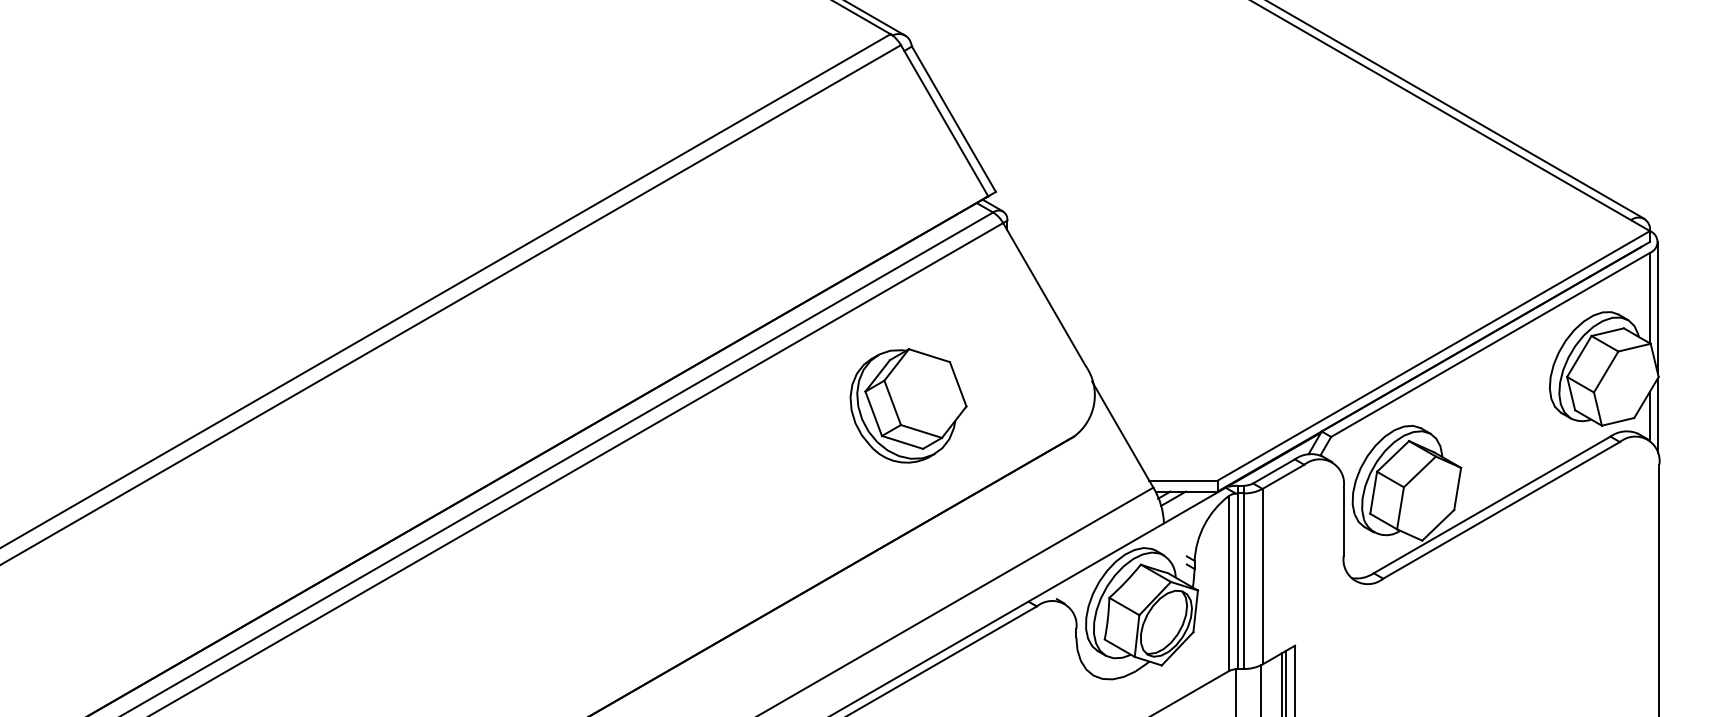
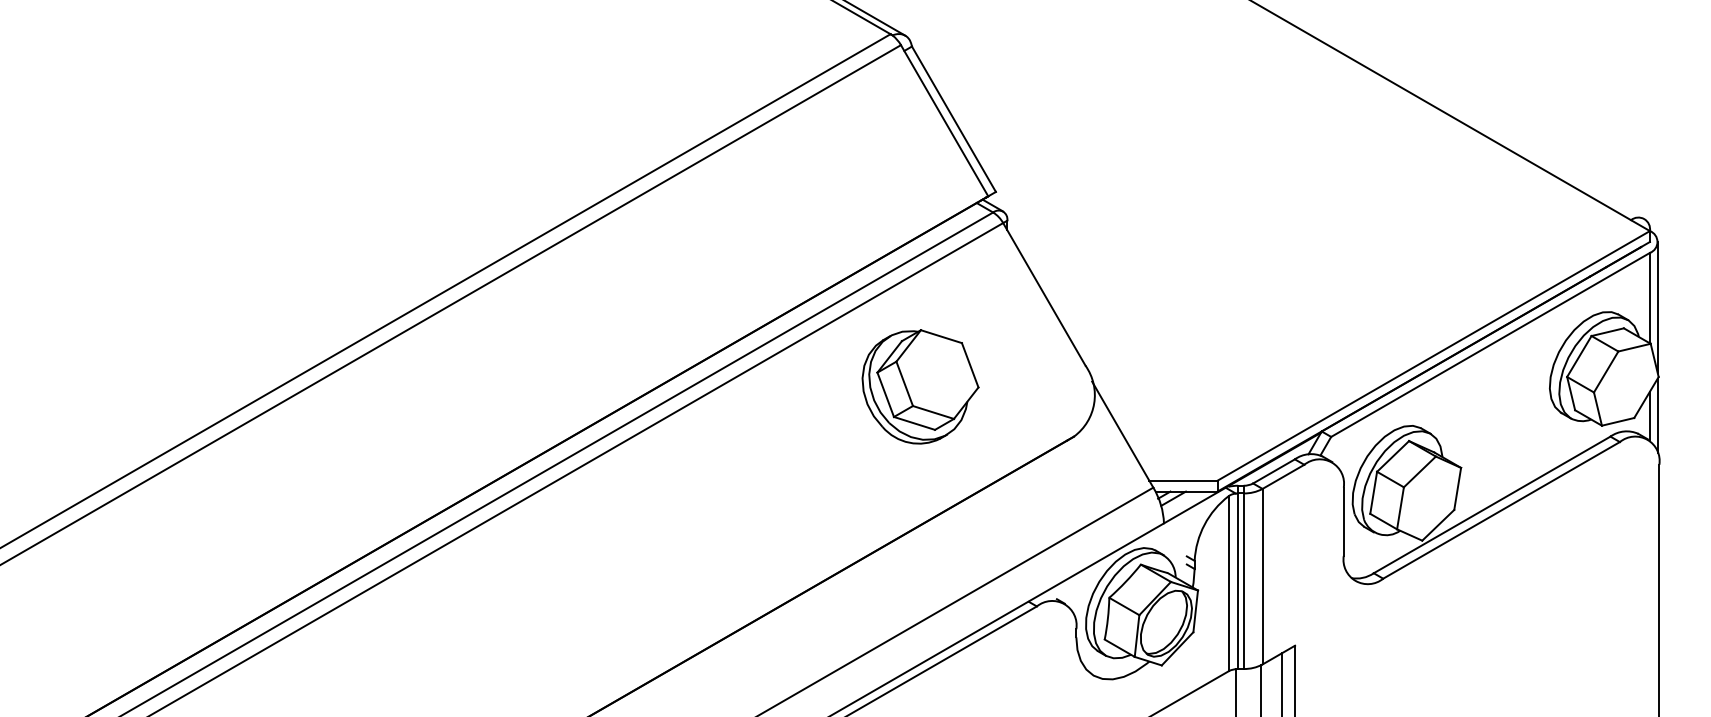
line at (1456, 110): present -> none
part at (908, 405) position: (908, 405) -> (920, 386)
line at (1285, 682): present -> none
